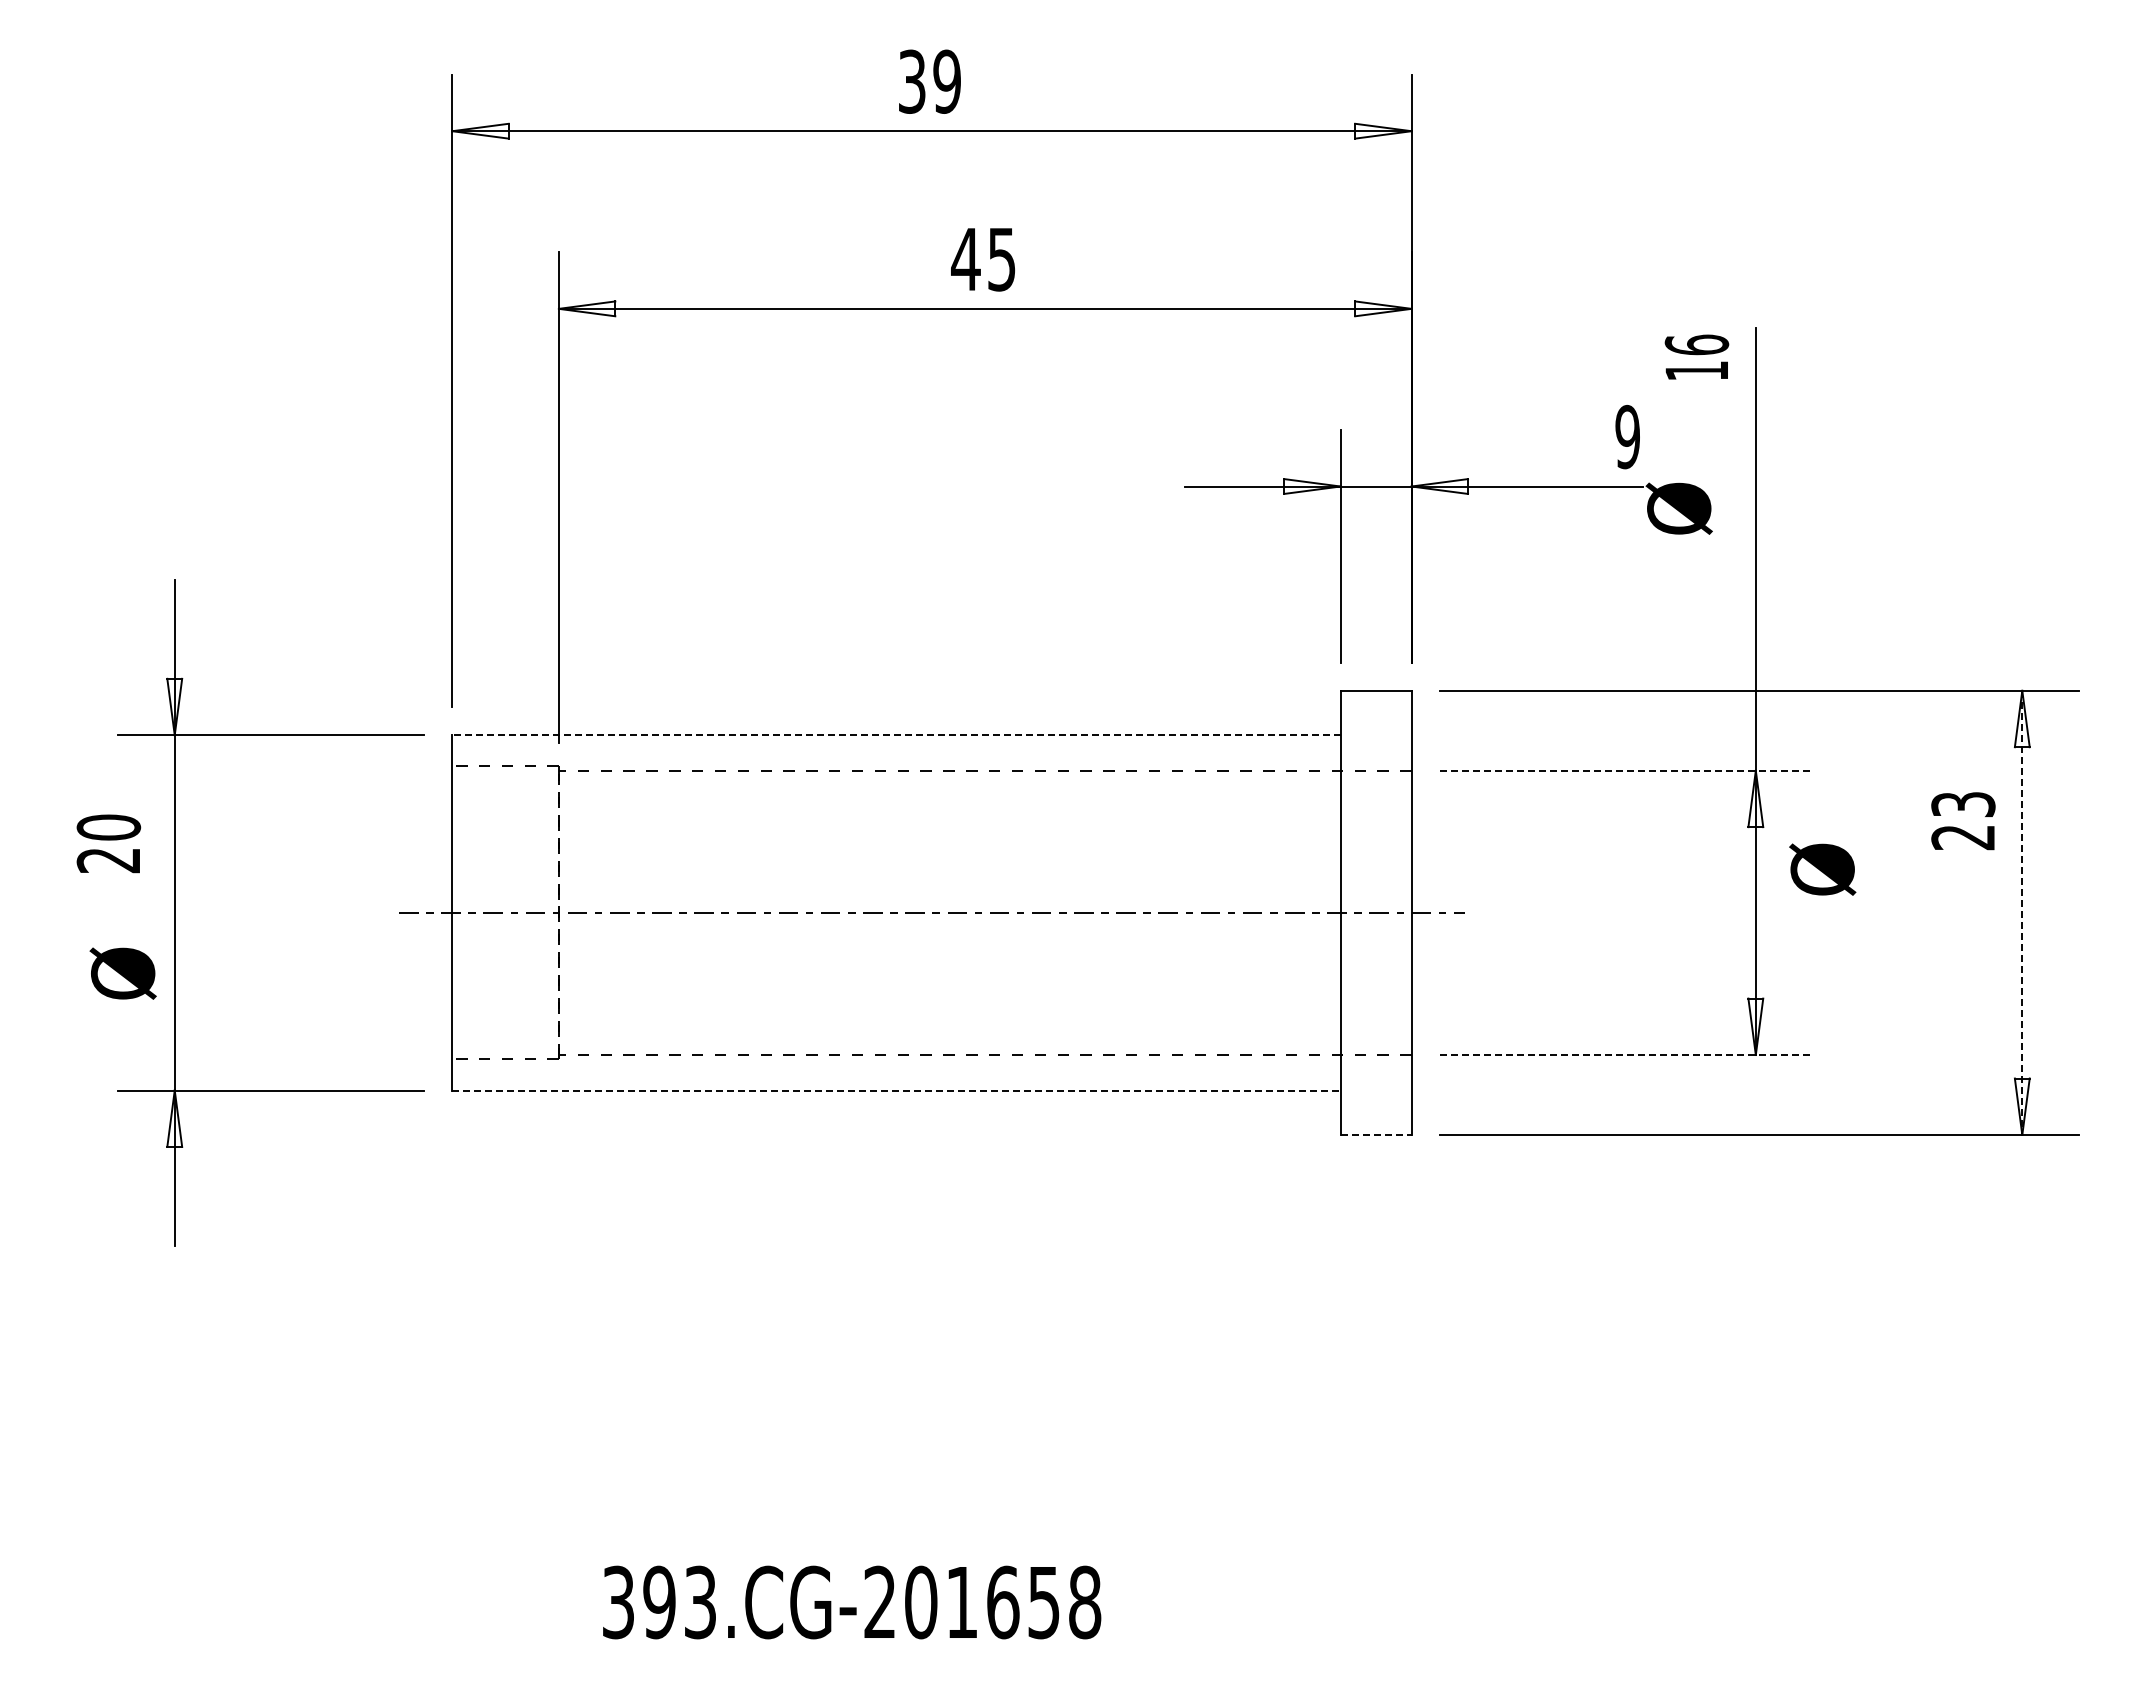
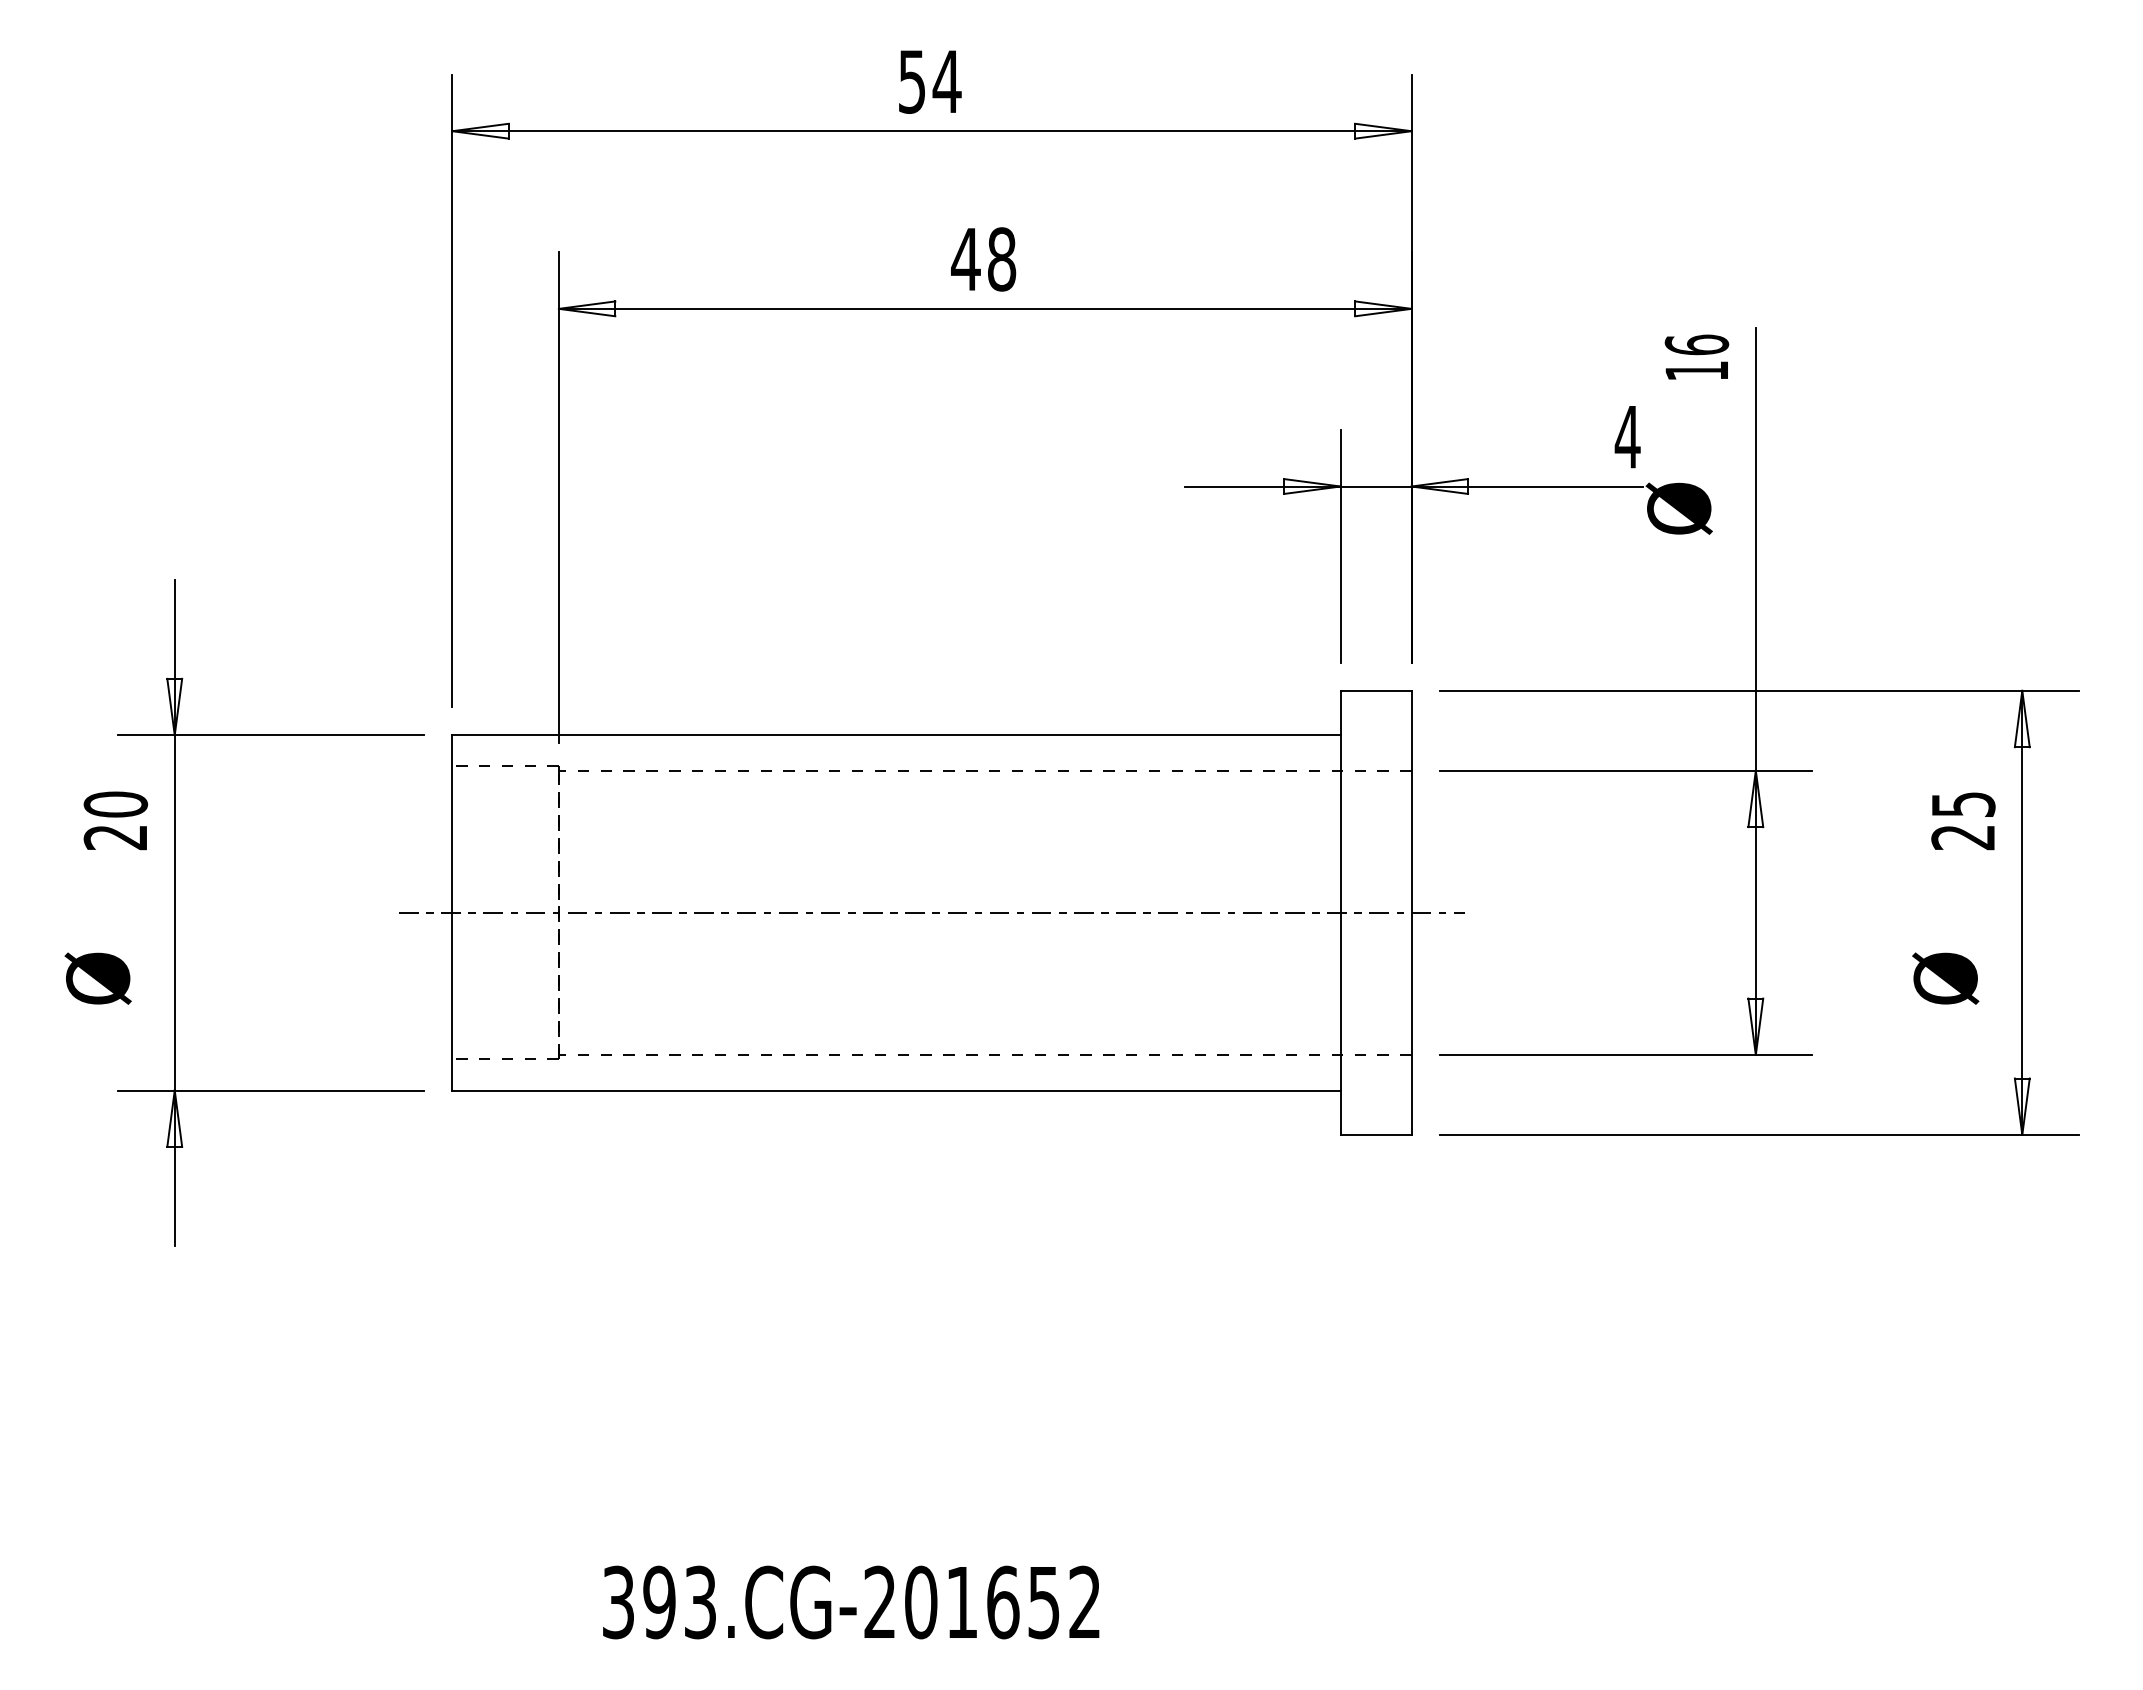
text at (930, 81): 39 -> 54
text at (1002, 259): 45 -> 48
text at (1627, 436): 9 -> 4
line at (895, 735): dashed -> solid
line at (1626, 770): dashed -> solid
text at (1963, 804): 23 -> 25
text at (108, 843) position: (108, 843) -> (115, 820)
text at (1822, 869) position: (1822, 869) -> (1945, 978)
line at (2022, 913): dashed -> solid
text at (122, 973) position: (122, 973) -> (97, 978)
line at (1626, 1054): dashed -> solid
line at (896, 1090): dashed -> solid
line at (1376, 1134): dashed -> solid
text at (1085, 1602): 393.CG-201658 -> 393.CG-201652
